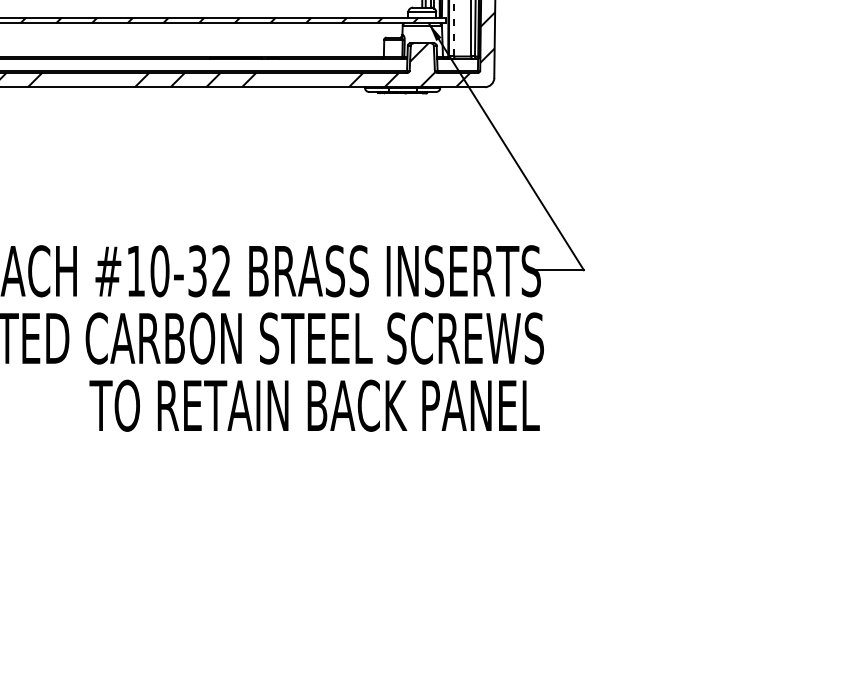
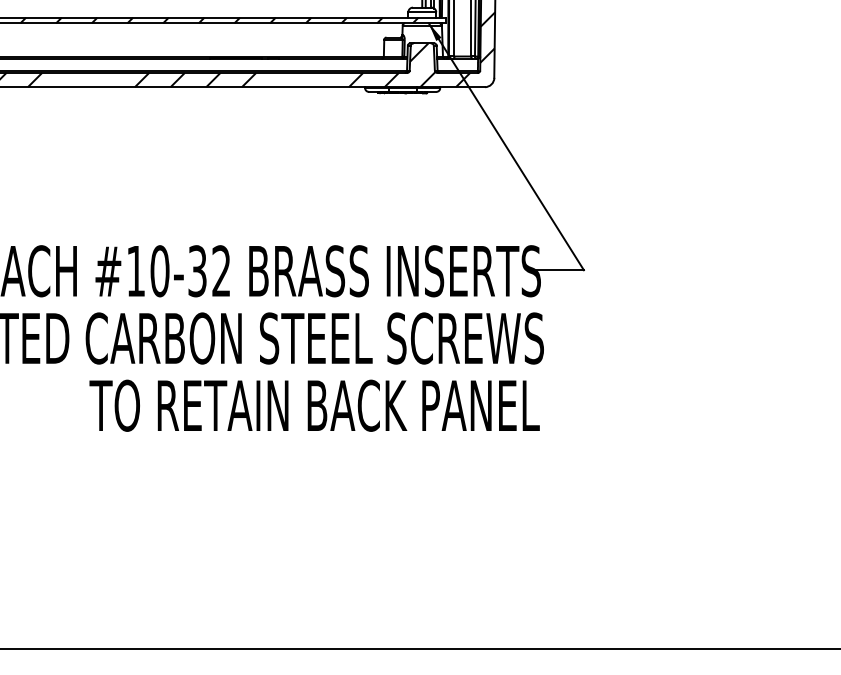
line at (454, 28): dashed -> solid
line at (419, 649): none -> present
